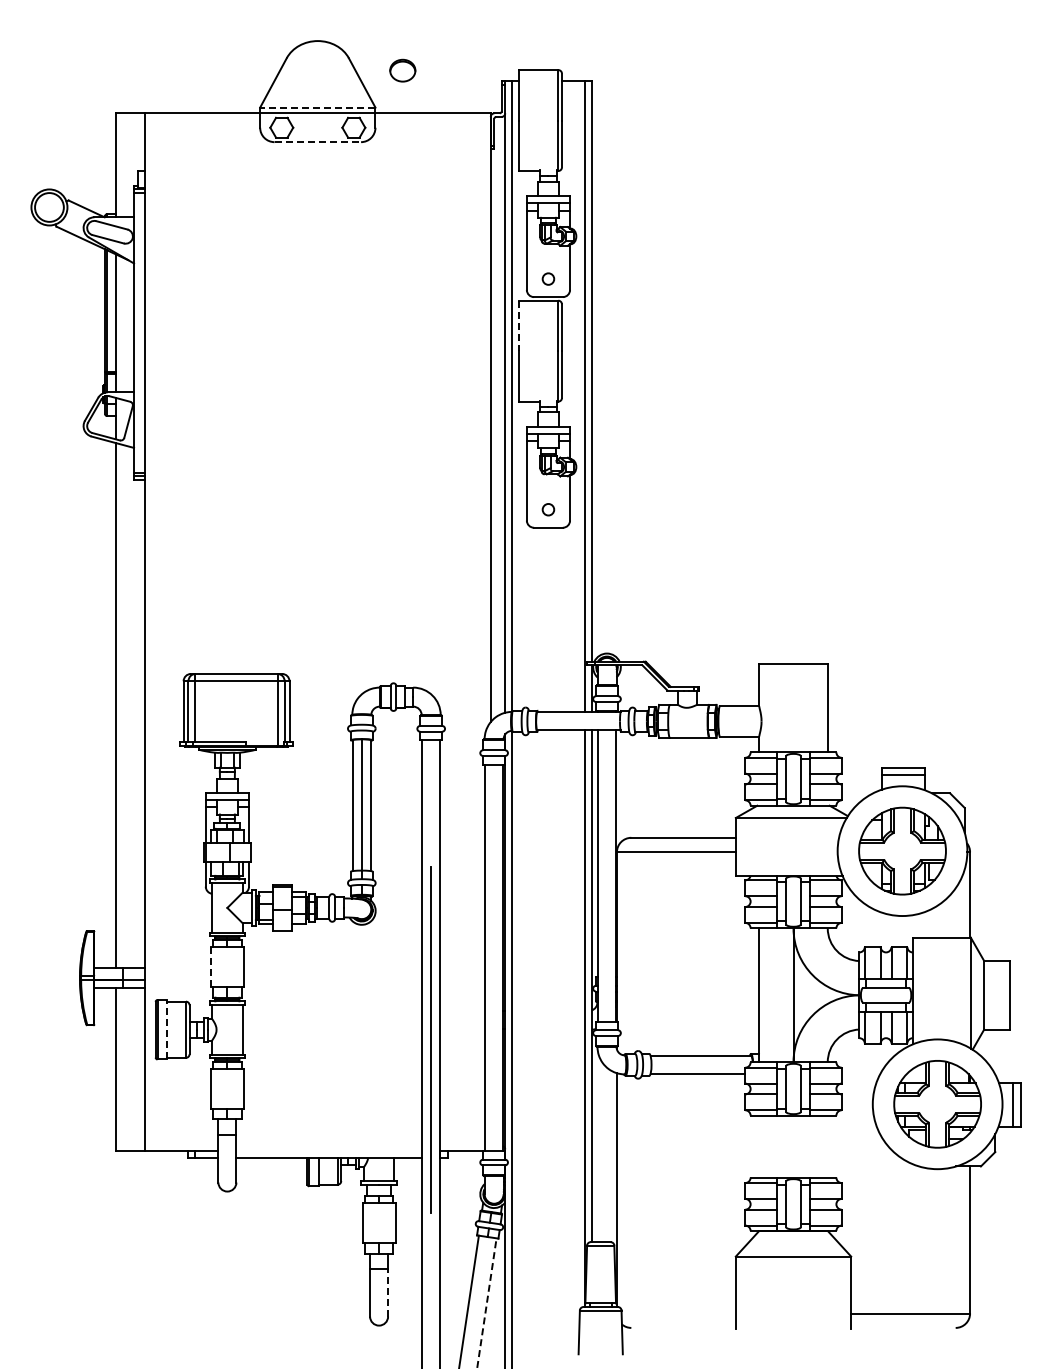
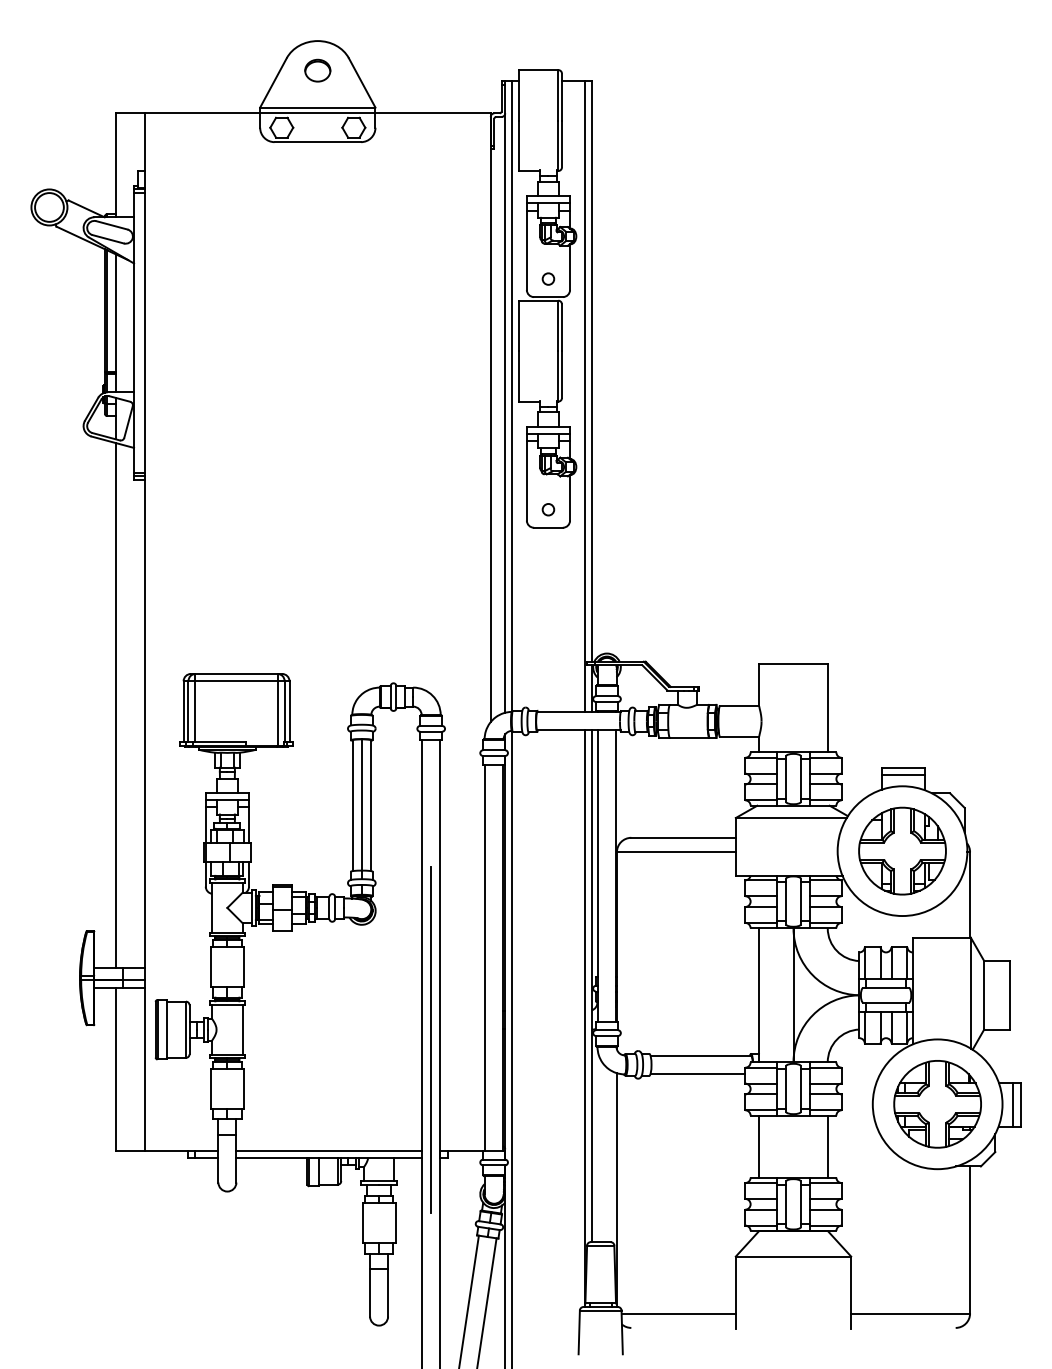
part at (402, 70) position: (402, 70) -> (317, 70)
line at (317, 107): dashed -> solid
line at (318, 142): dashed -> solid
line at (518, 326): dashed -> solid
line at (210, 967): dashed -> solid
line at (167, 1029): dashed -> solid
line at (759, 1146): none -> present
line at (827, 1146): none -> present
line at (329, 1151): none -> present
line at (388, 1293): dashed -> solid
line at (486, 1303): dashed -> solid
line at (678, 1313): none -> present
